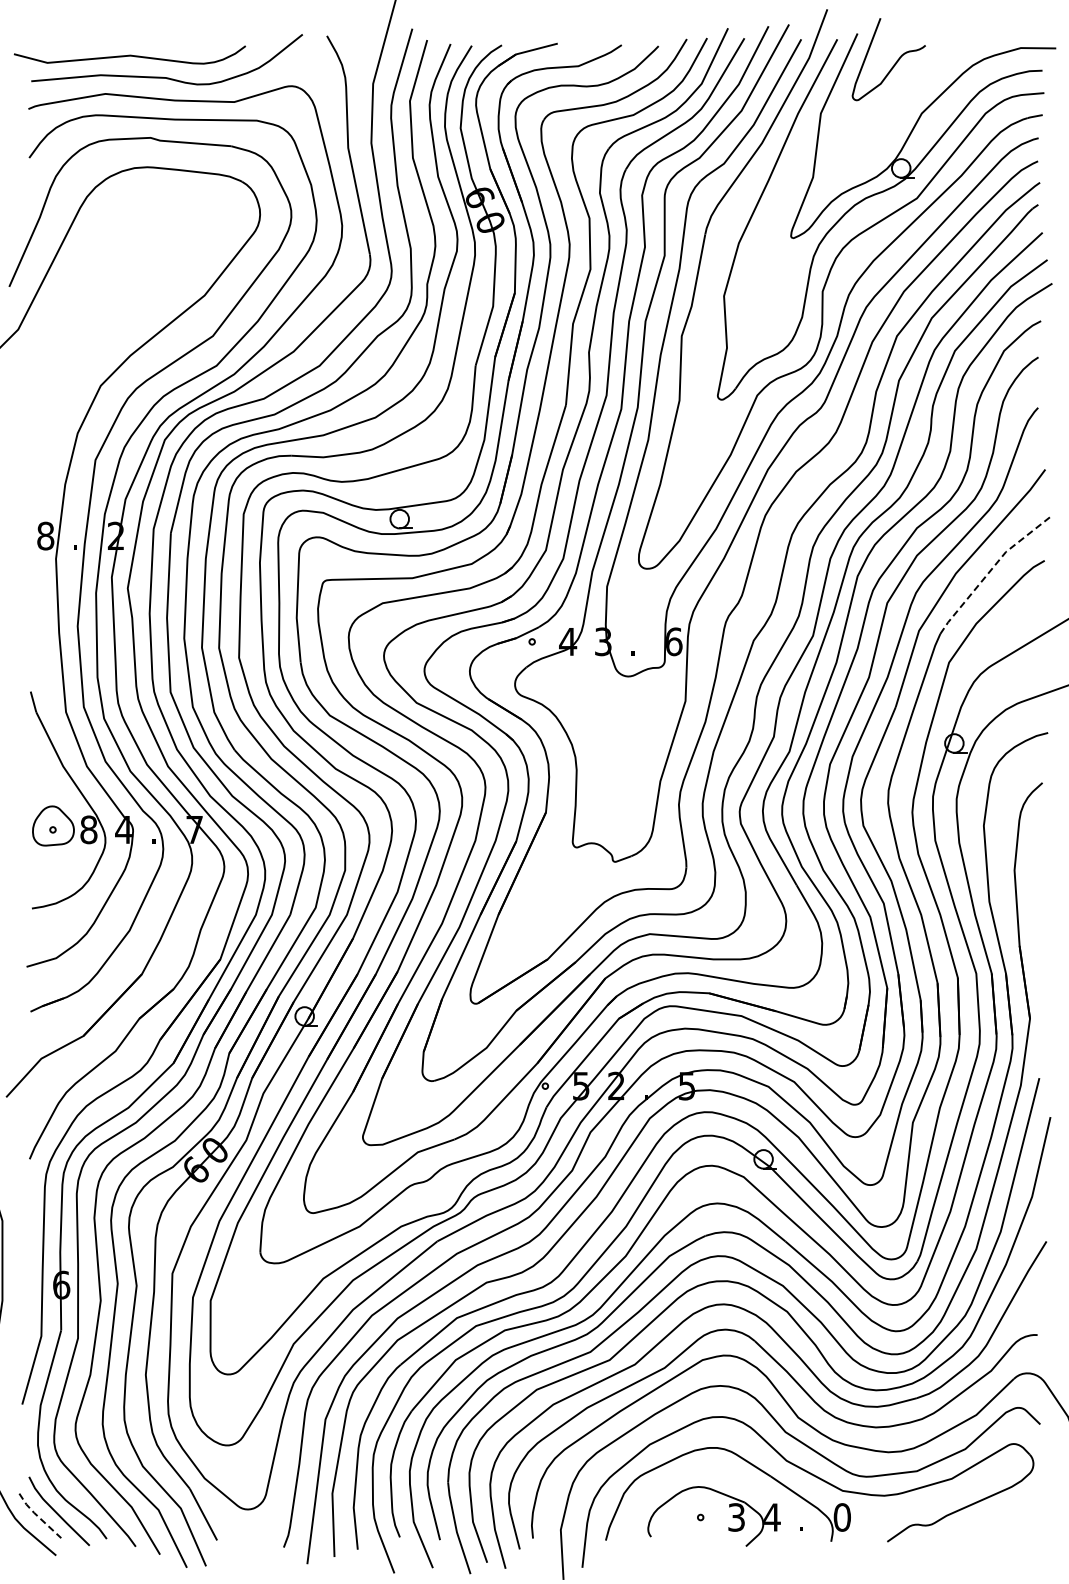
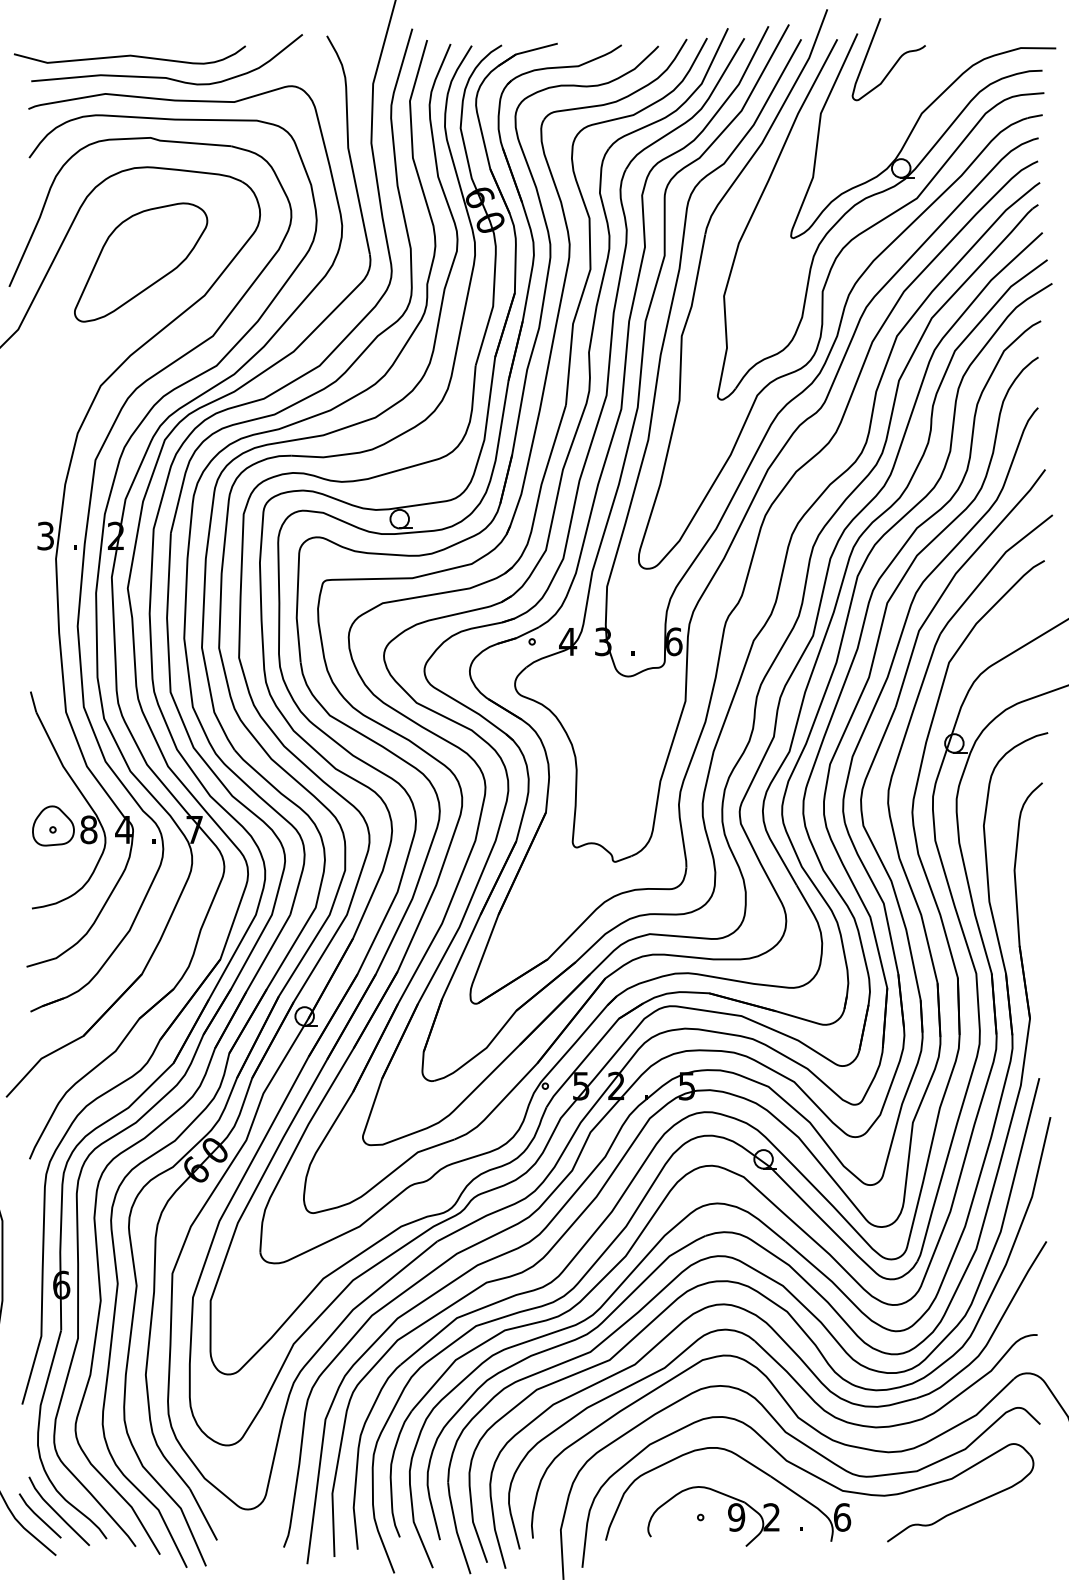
part at (141, 262): none -> present
text at (45, 535): 8 -> 3
line at (991, 569): dashed -> solid
line at (37, 1516): dashed -> solid
text at (736, 1517): 3 -> 9
text at (771, 1517): 4 -> 2
text at (842, 1517): 0 -> 6
